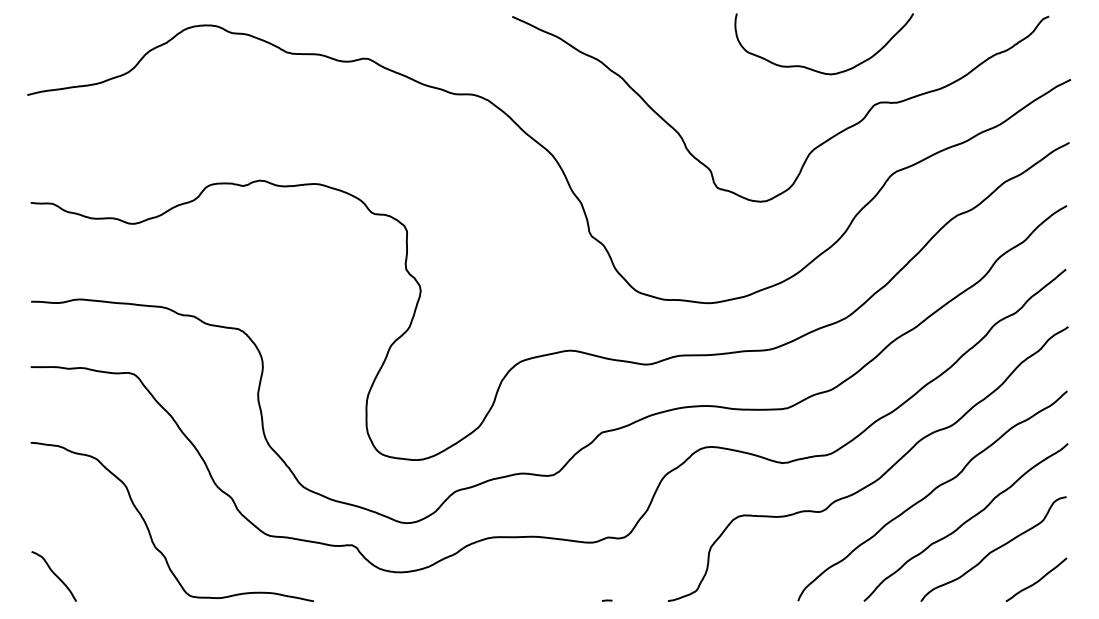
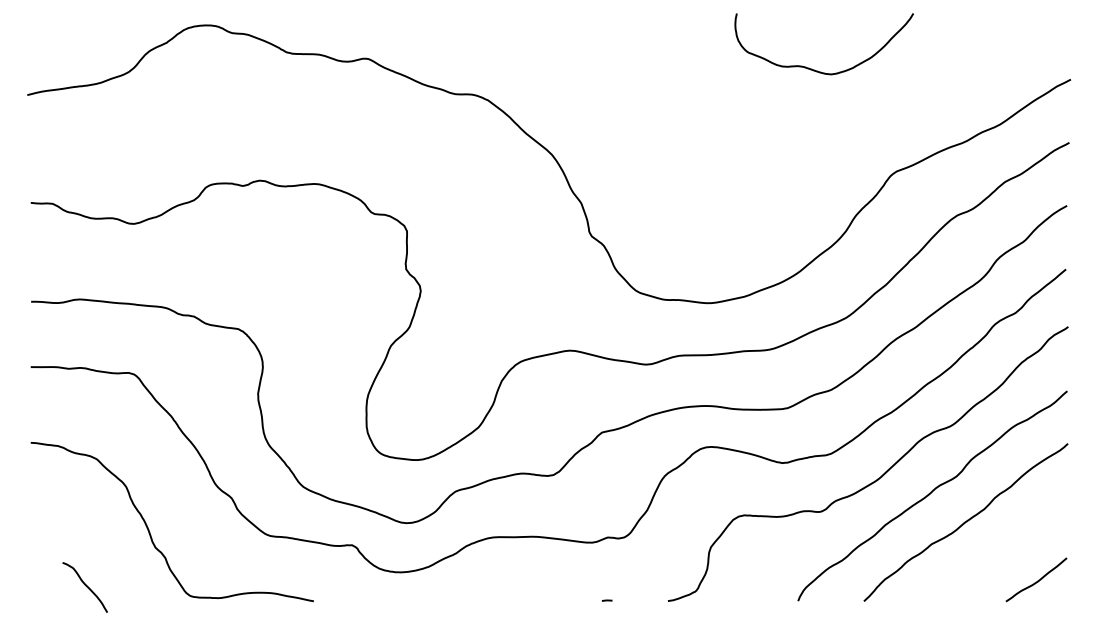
curve at (814, 147): present -> none
curve at (993, 549): present -> none
curve at (54, 575) position: (54, 575) -> (85, 586)
